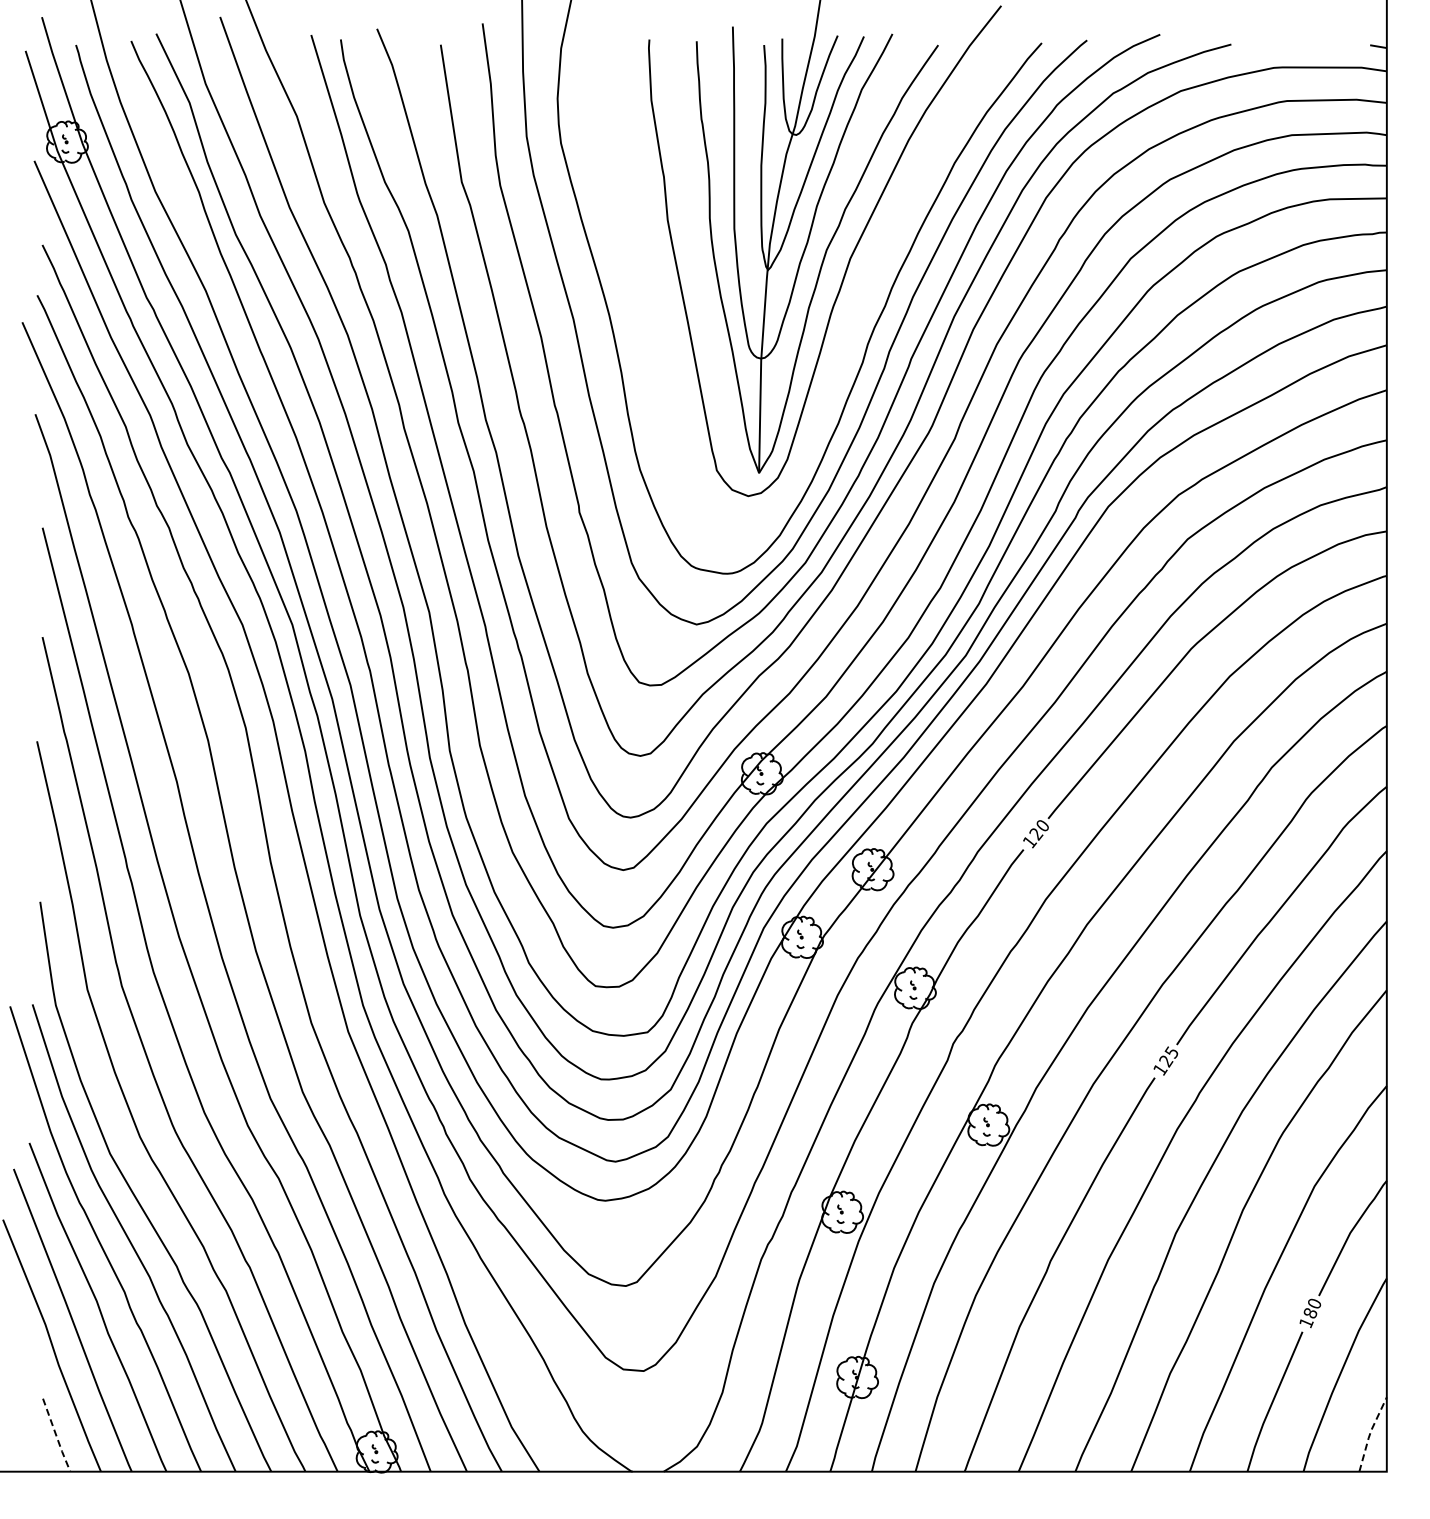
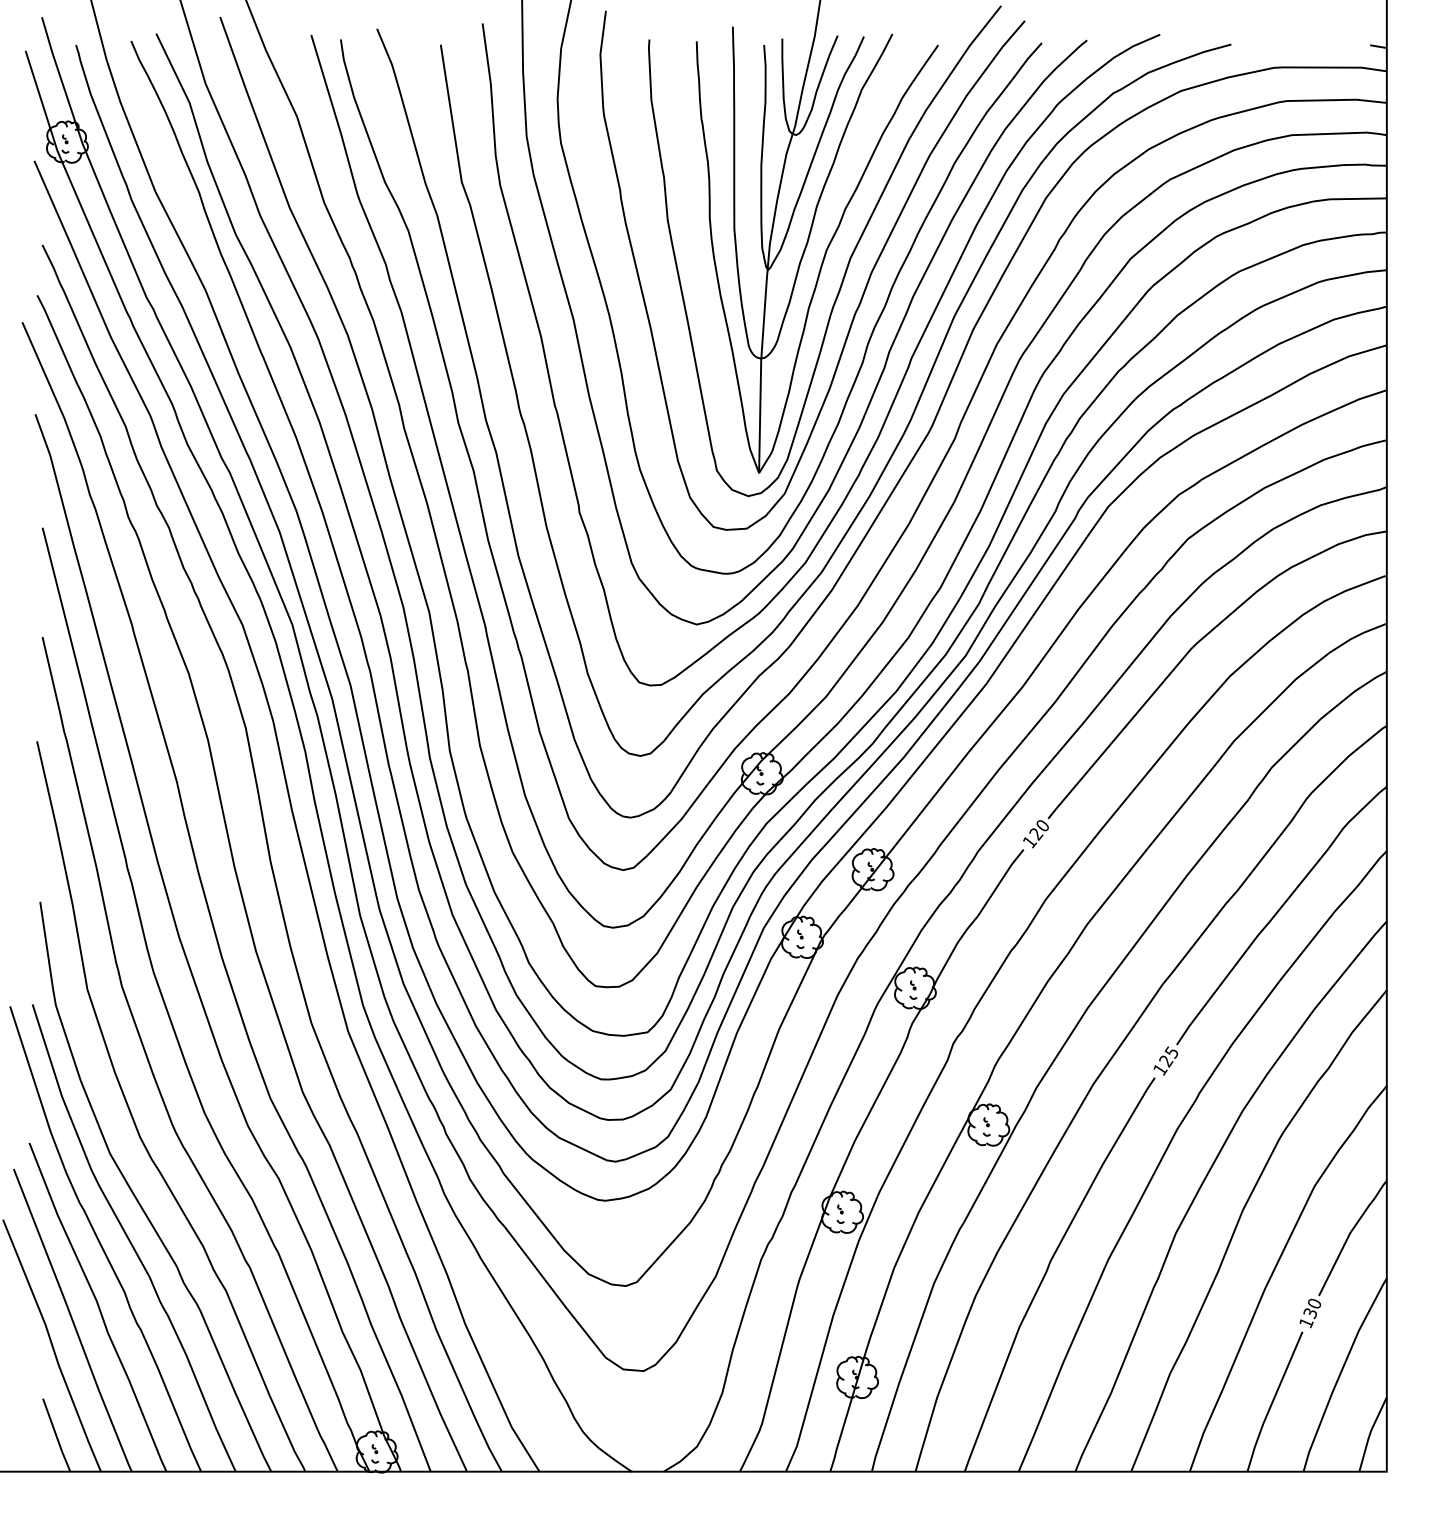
curve at (864, 288): none -> present
text at (1310, 1313): 180 -> 130
line at (1370, 1432): dashed -> solid
line at (56, 1435): dashed -> solid
